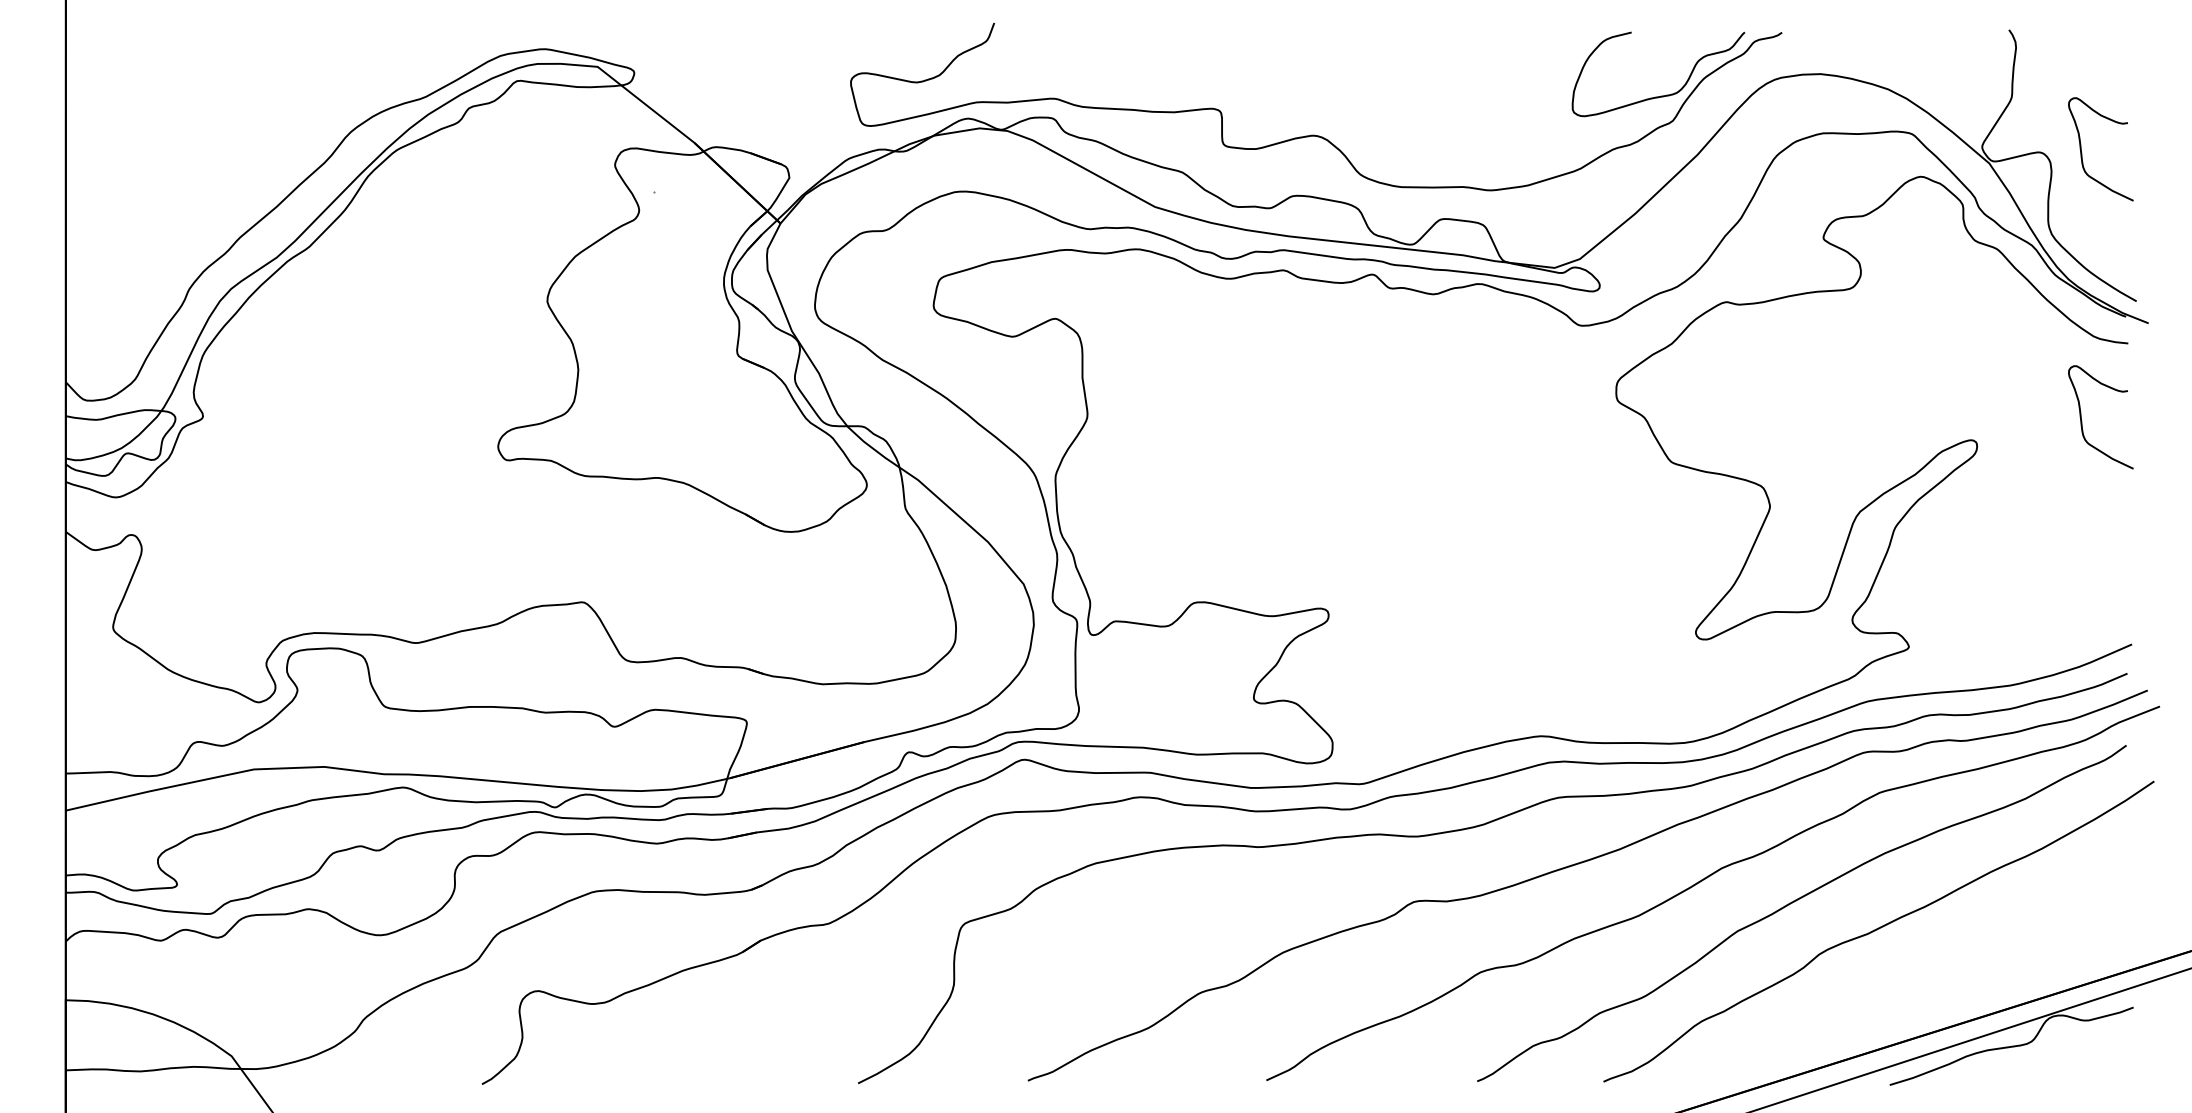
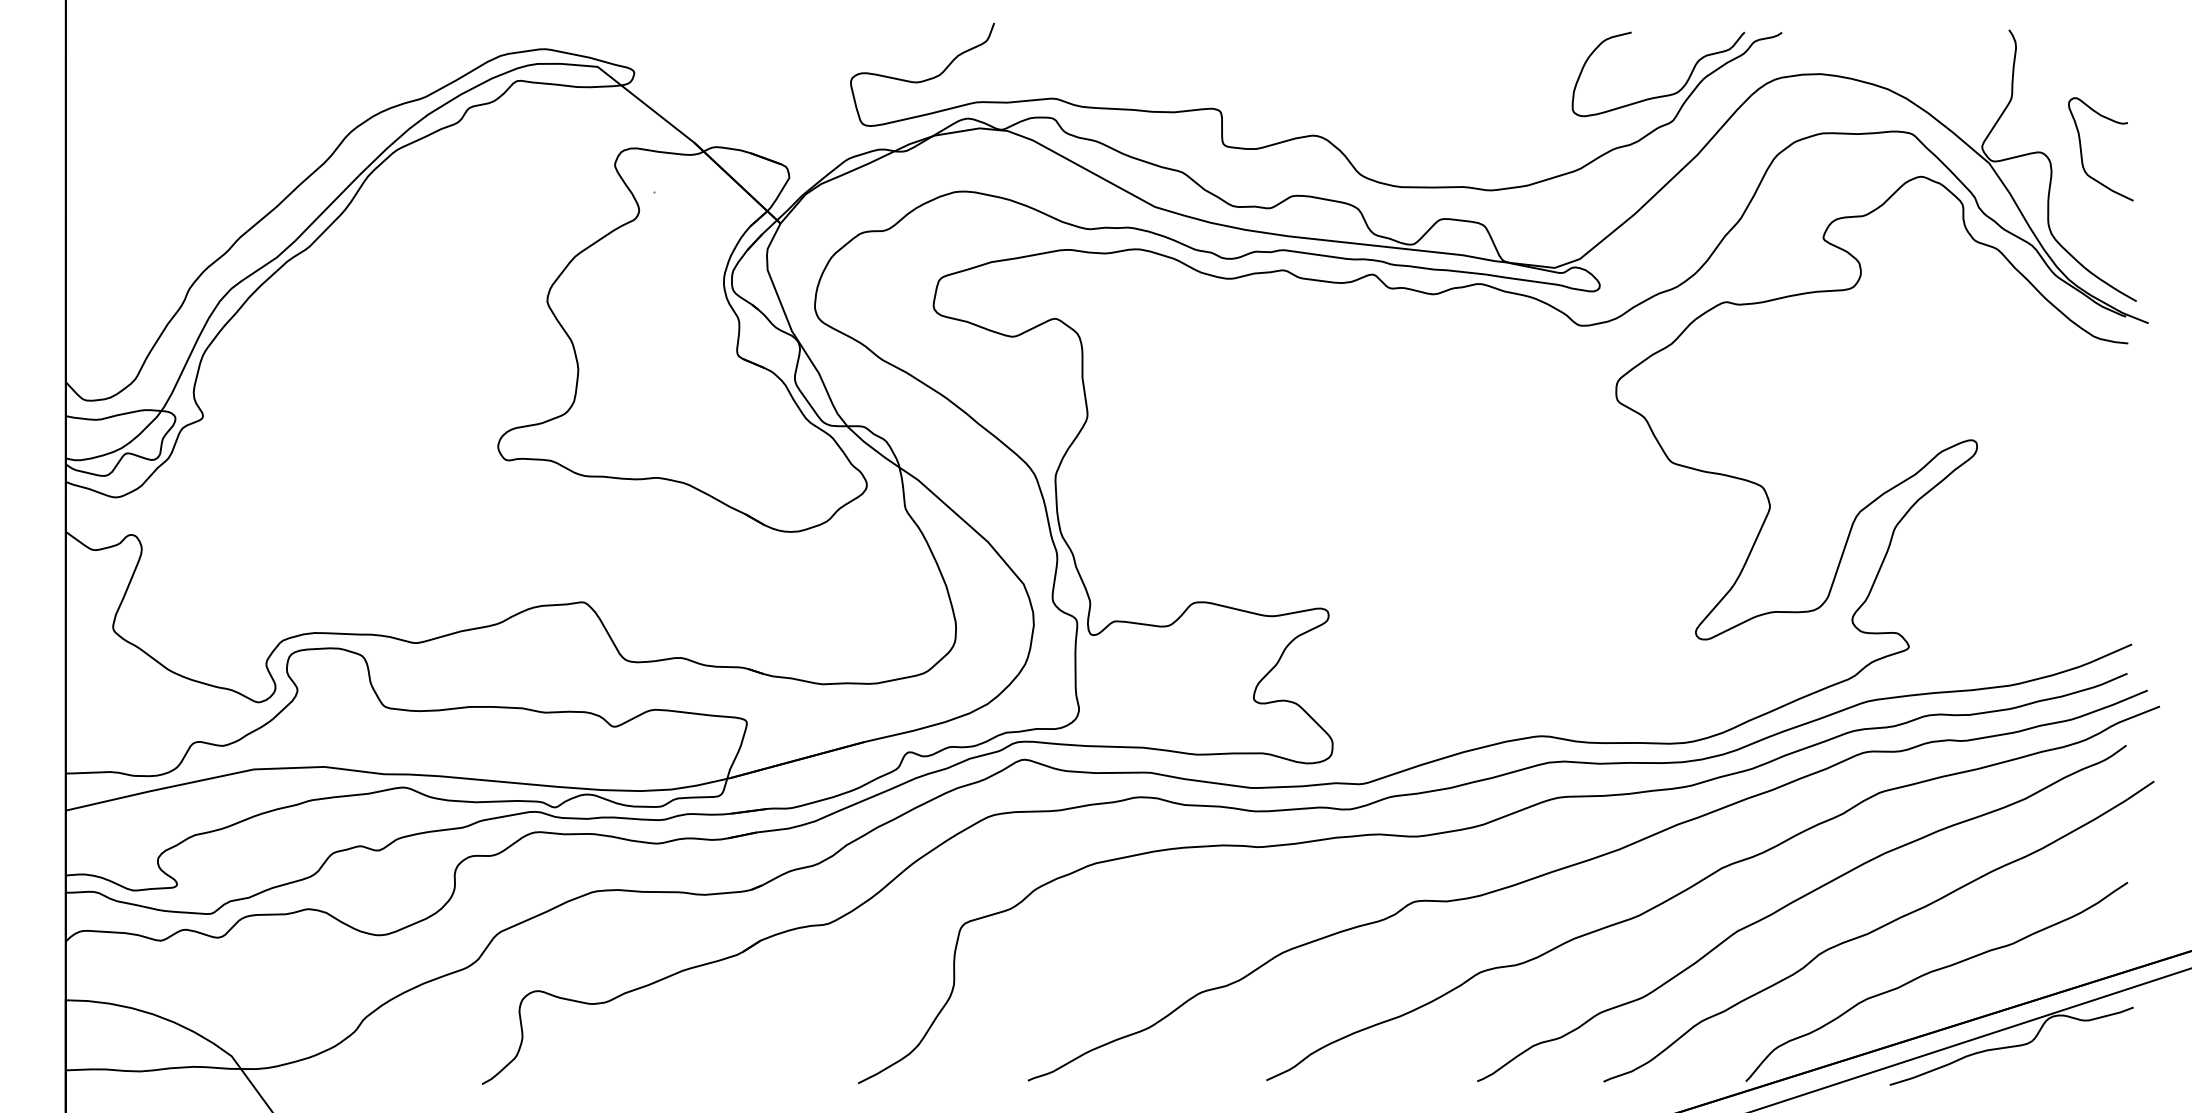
curve at (2082, 421): present -> none
curve at (1933, 972): none -> present
